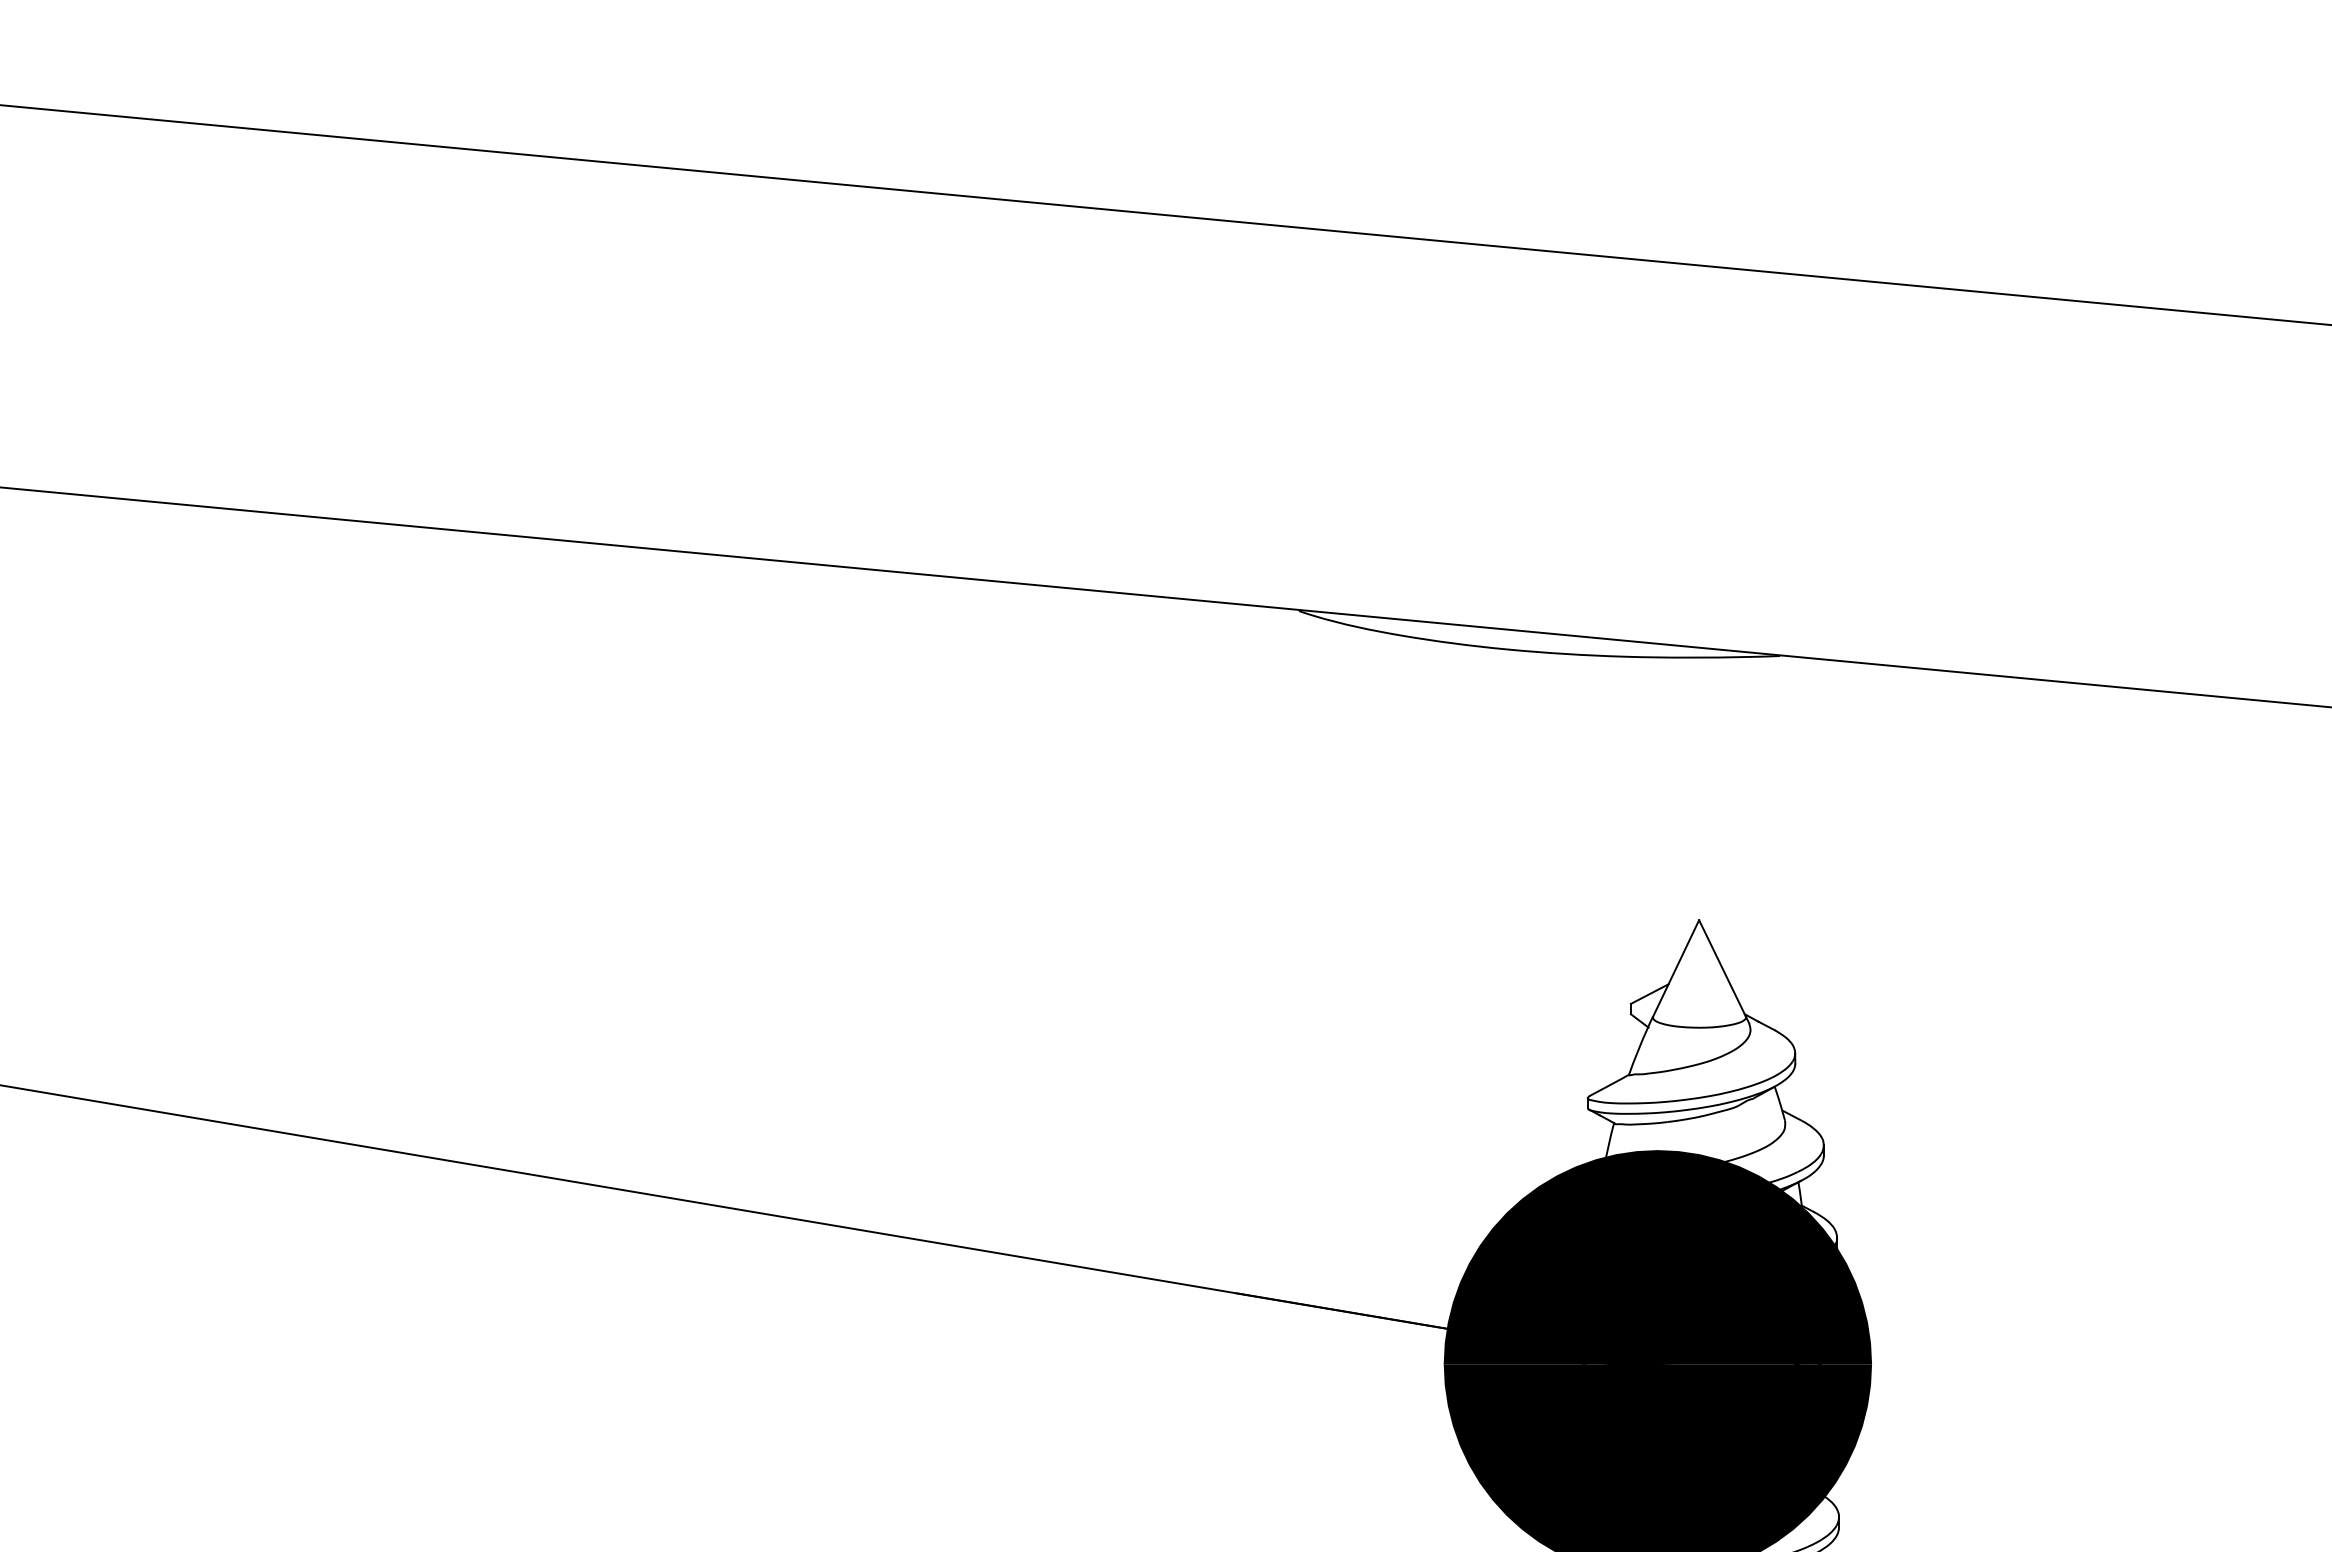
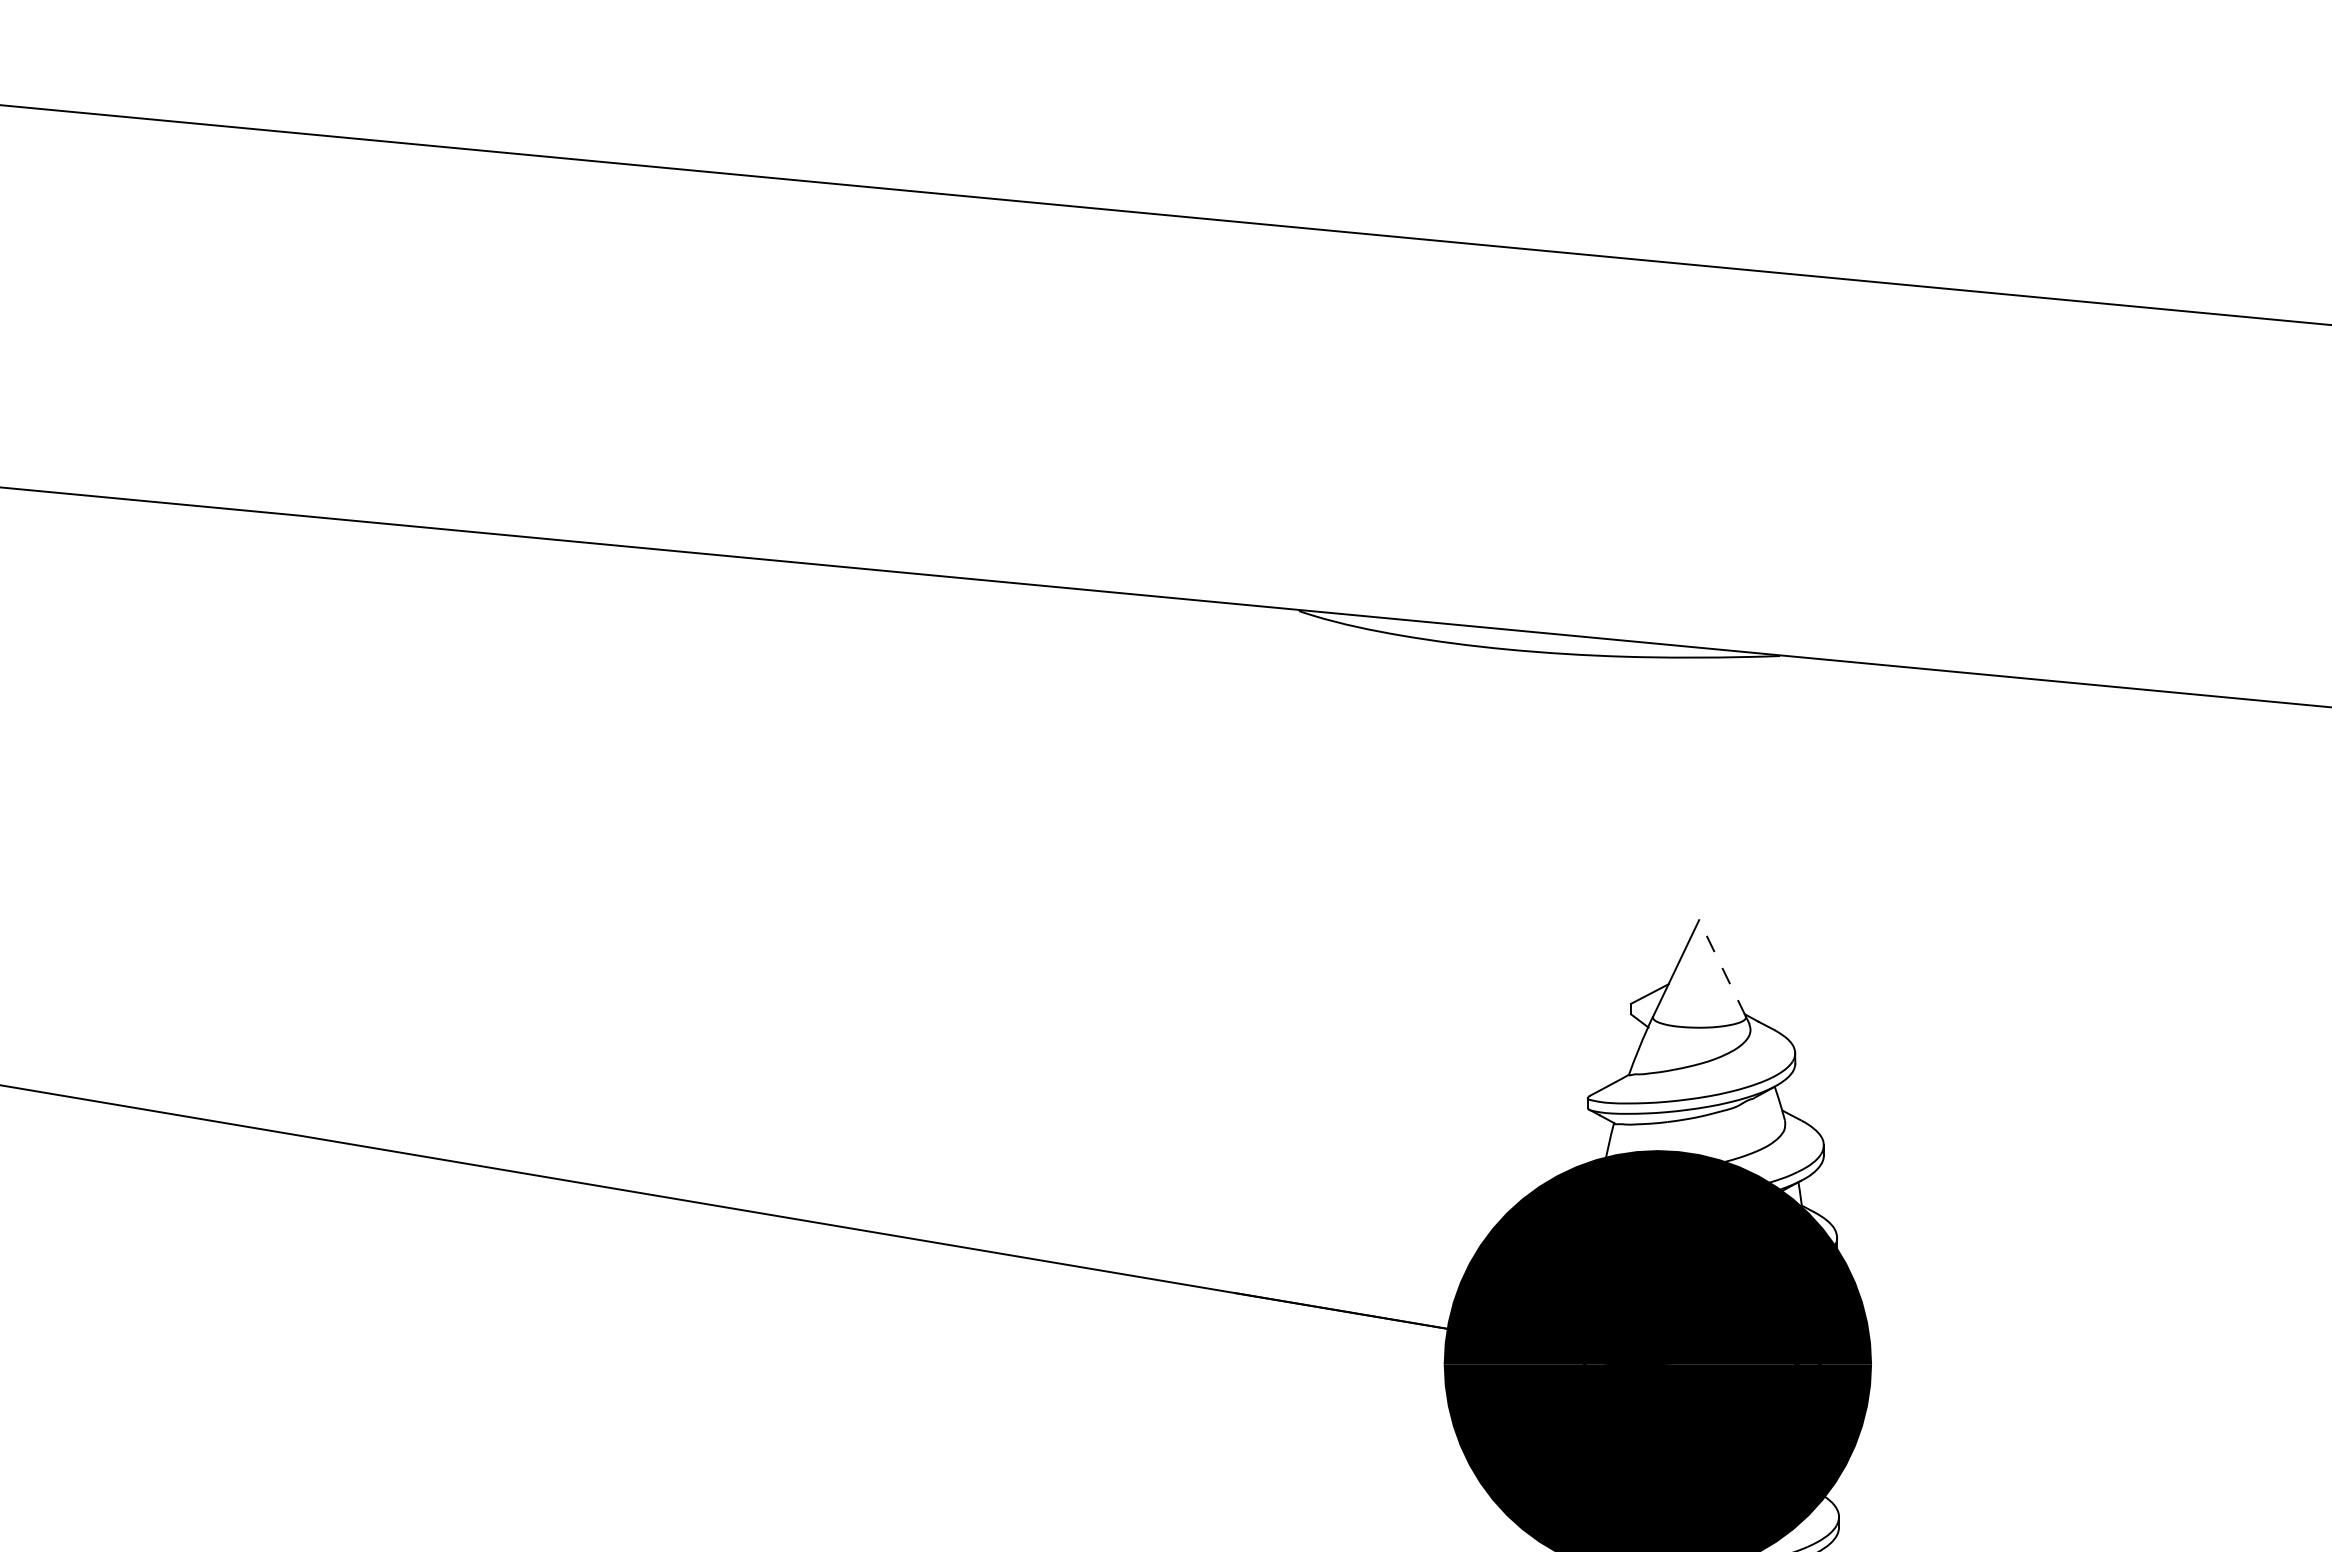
line at (1722, 967): solid -> dashed
